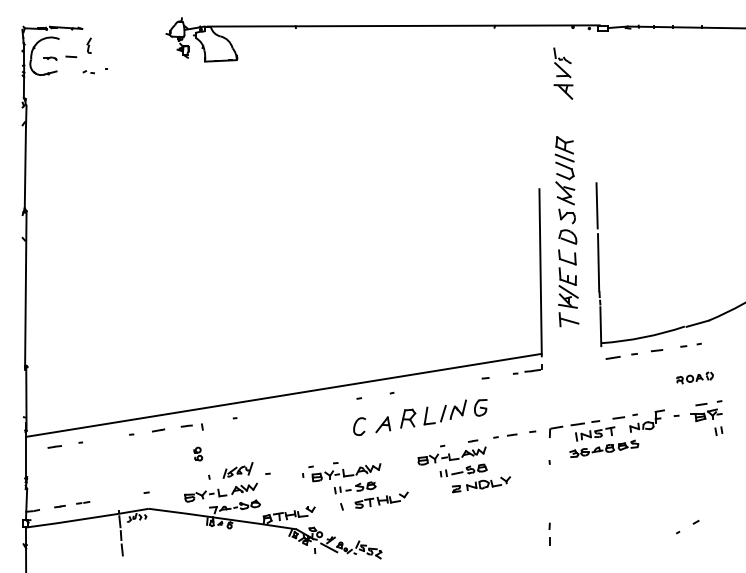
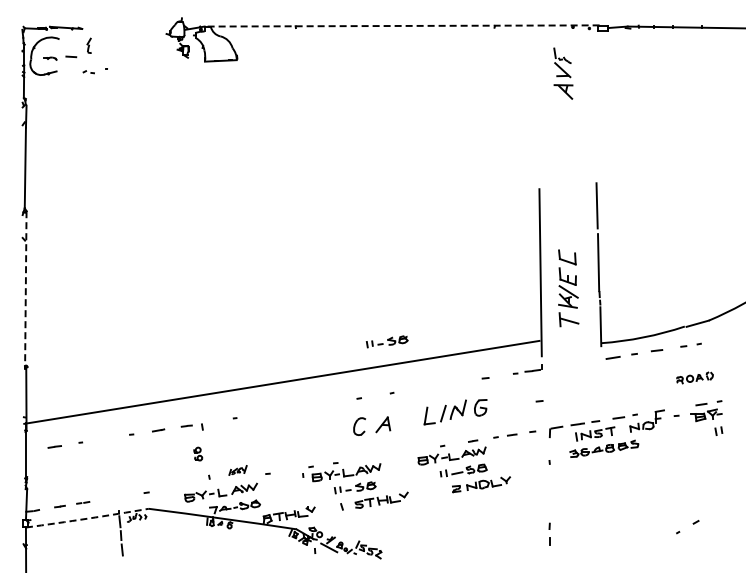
line at (404, 25): solid -> dashed
part at (565, 190): present -> none
line at (25, 291): solid -> dashed
part at (386, 341): none -> present
line at (283, 394) position: (283, 394) -> (281, 381)
line at (539, 401): none -> present
part at (408, 418): present -> none
part at (237, 470) size: 32x17 px -> 20x11 px
arc at (87, 518): solid -> dashed
